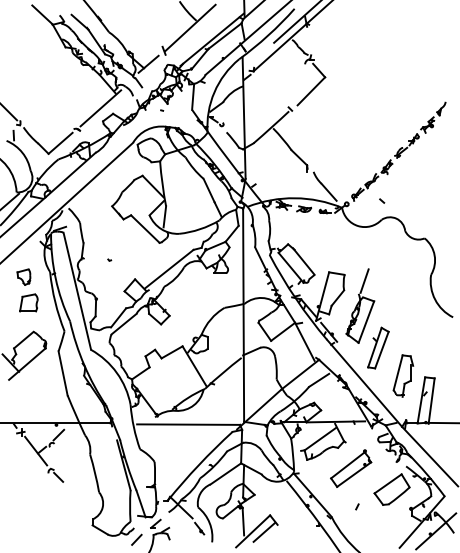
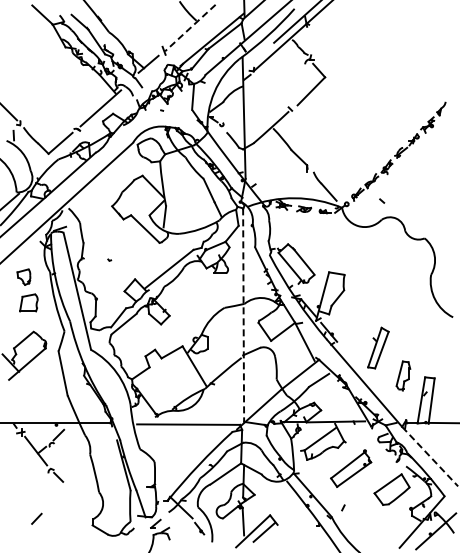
line at (190, 28): solid -> dashed
part at (360, 305): present -> none
line at (243, 315): solid -> dashed
part at (403, 375) size: 23x44 px -> 17x32 px
line at (430, 456): solid -> dashed
line at (357, 506) position: (357, 506) -> (343, 507)
line at (136, 539) position: (136, 539) -> (36, 518)
